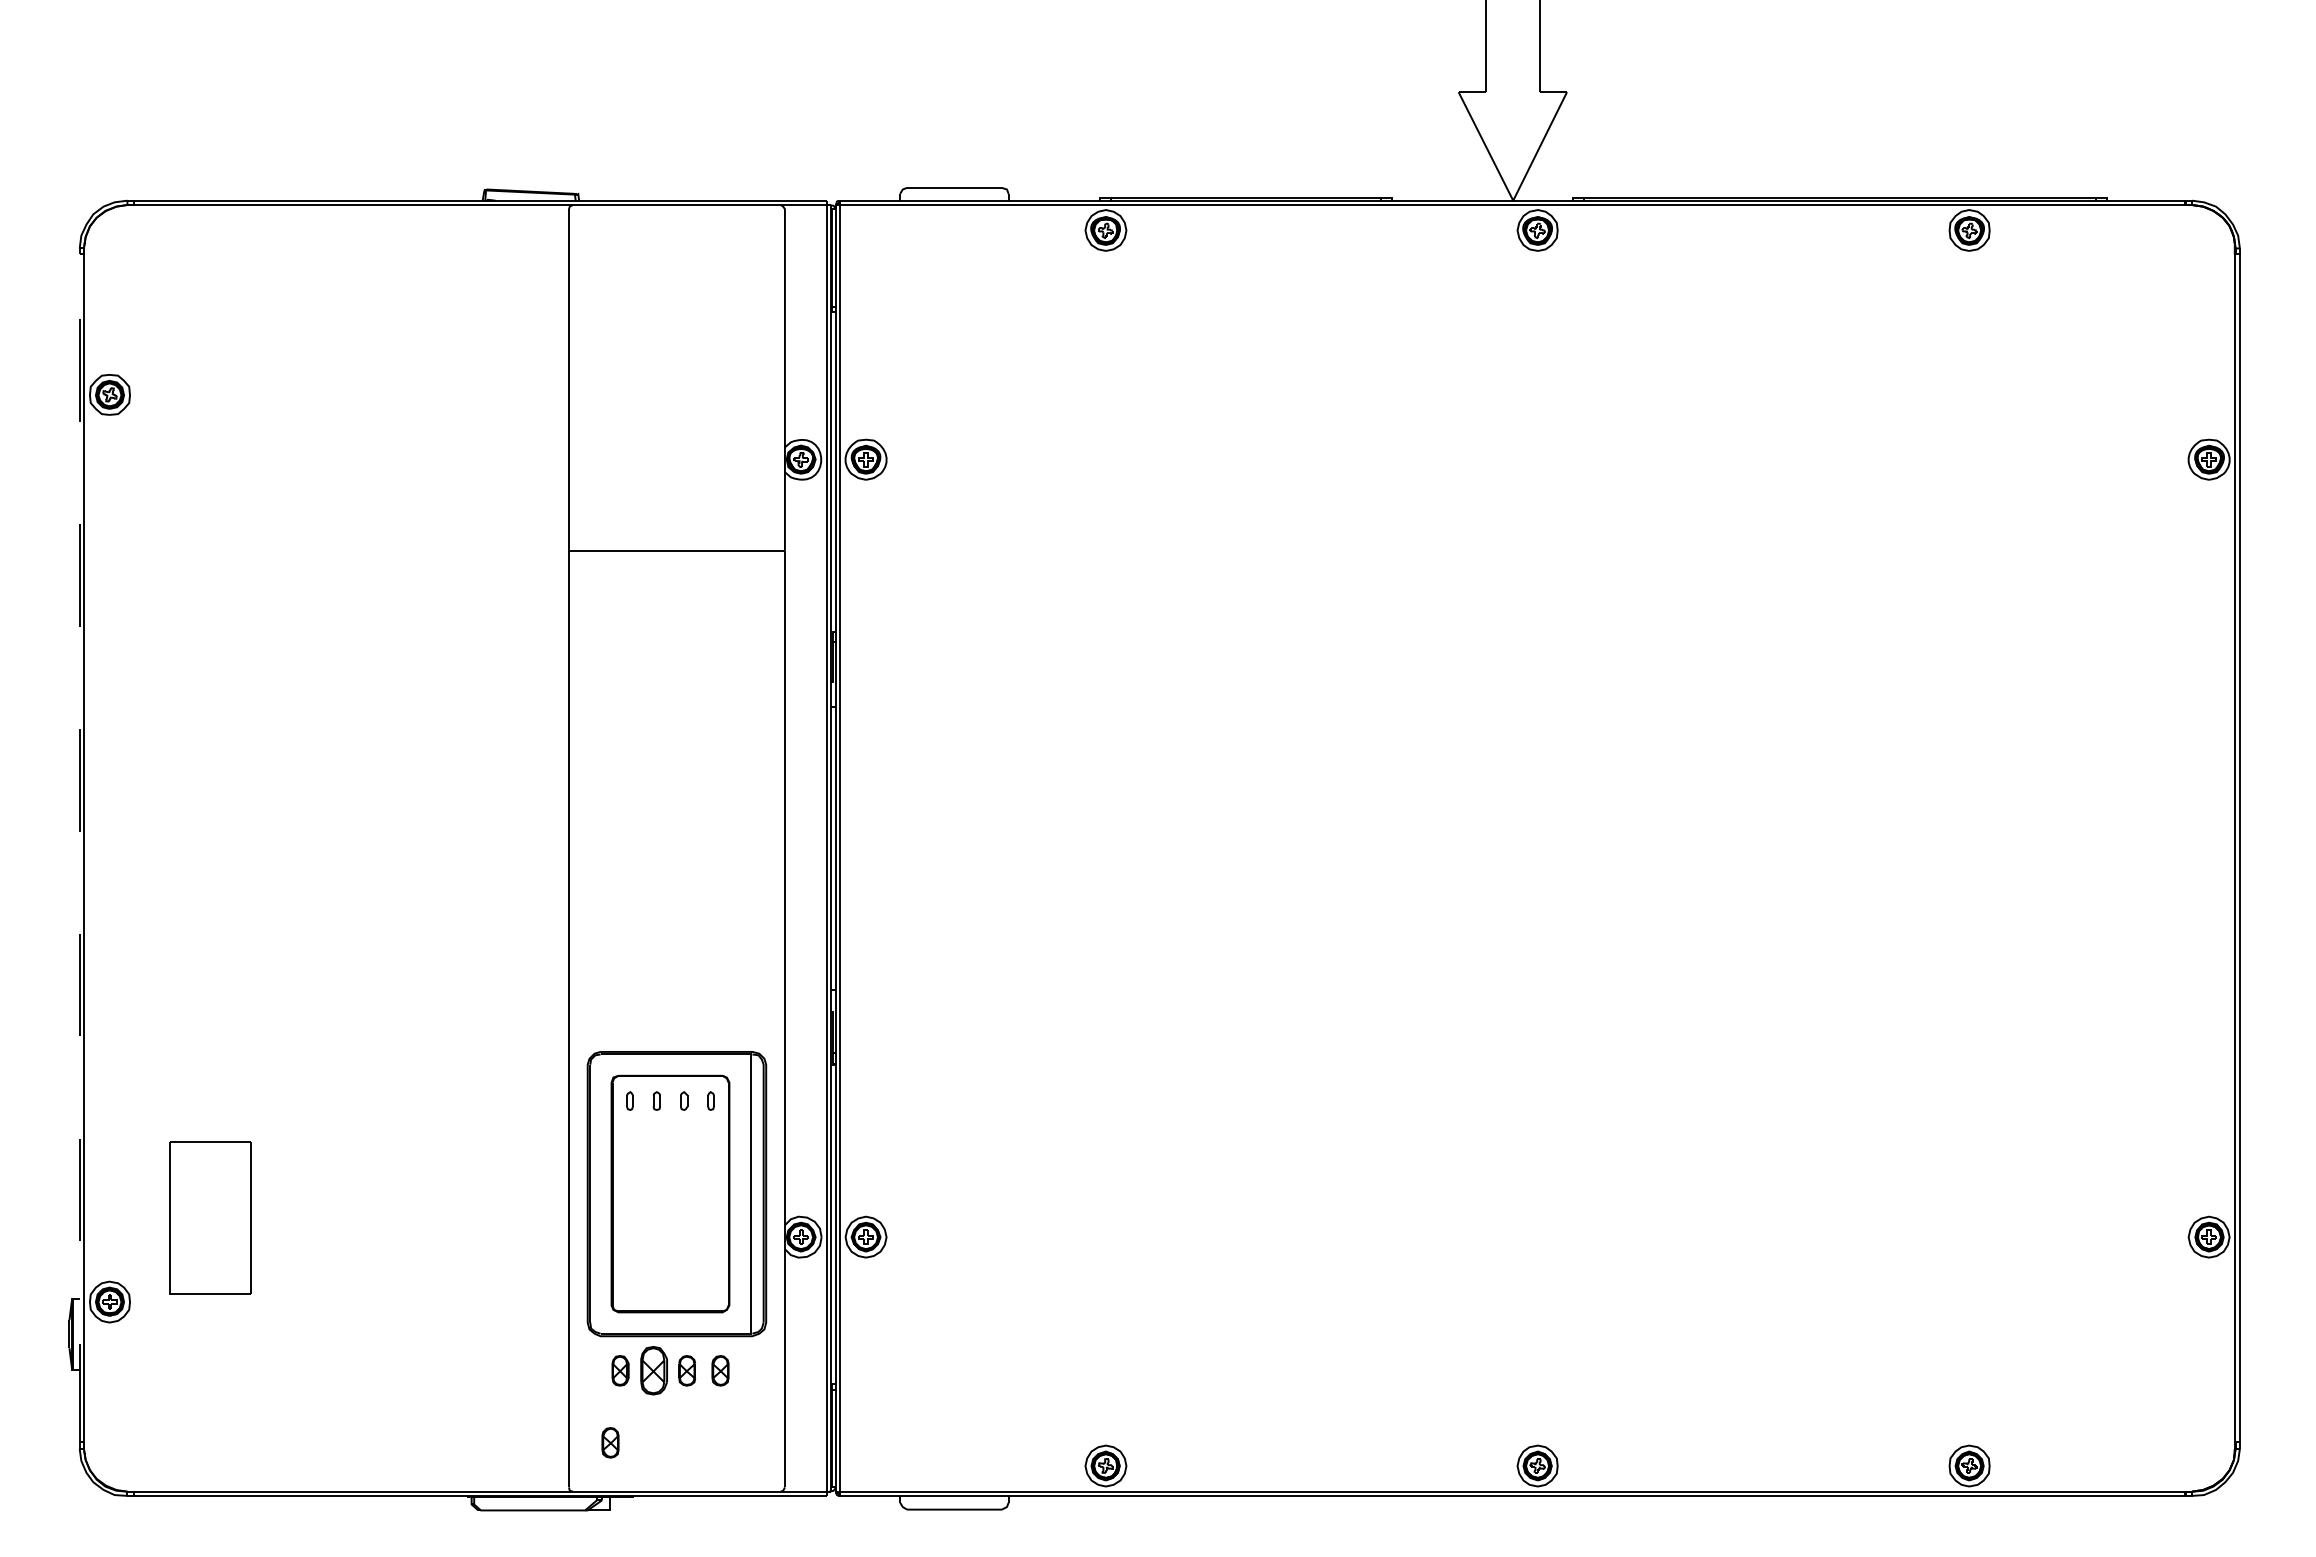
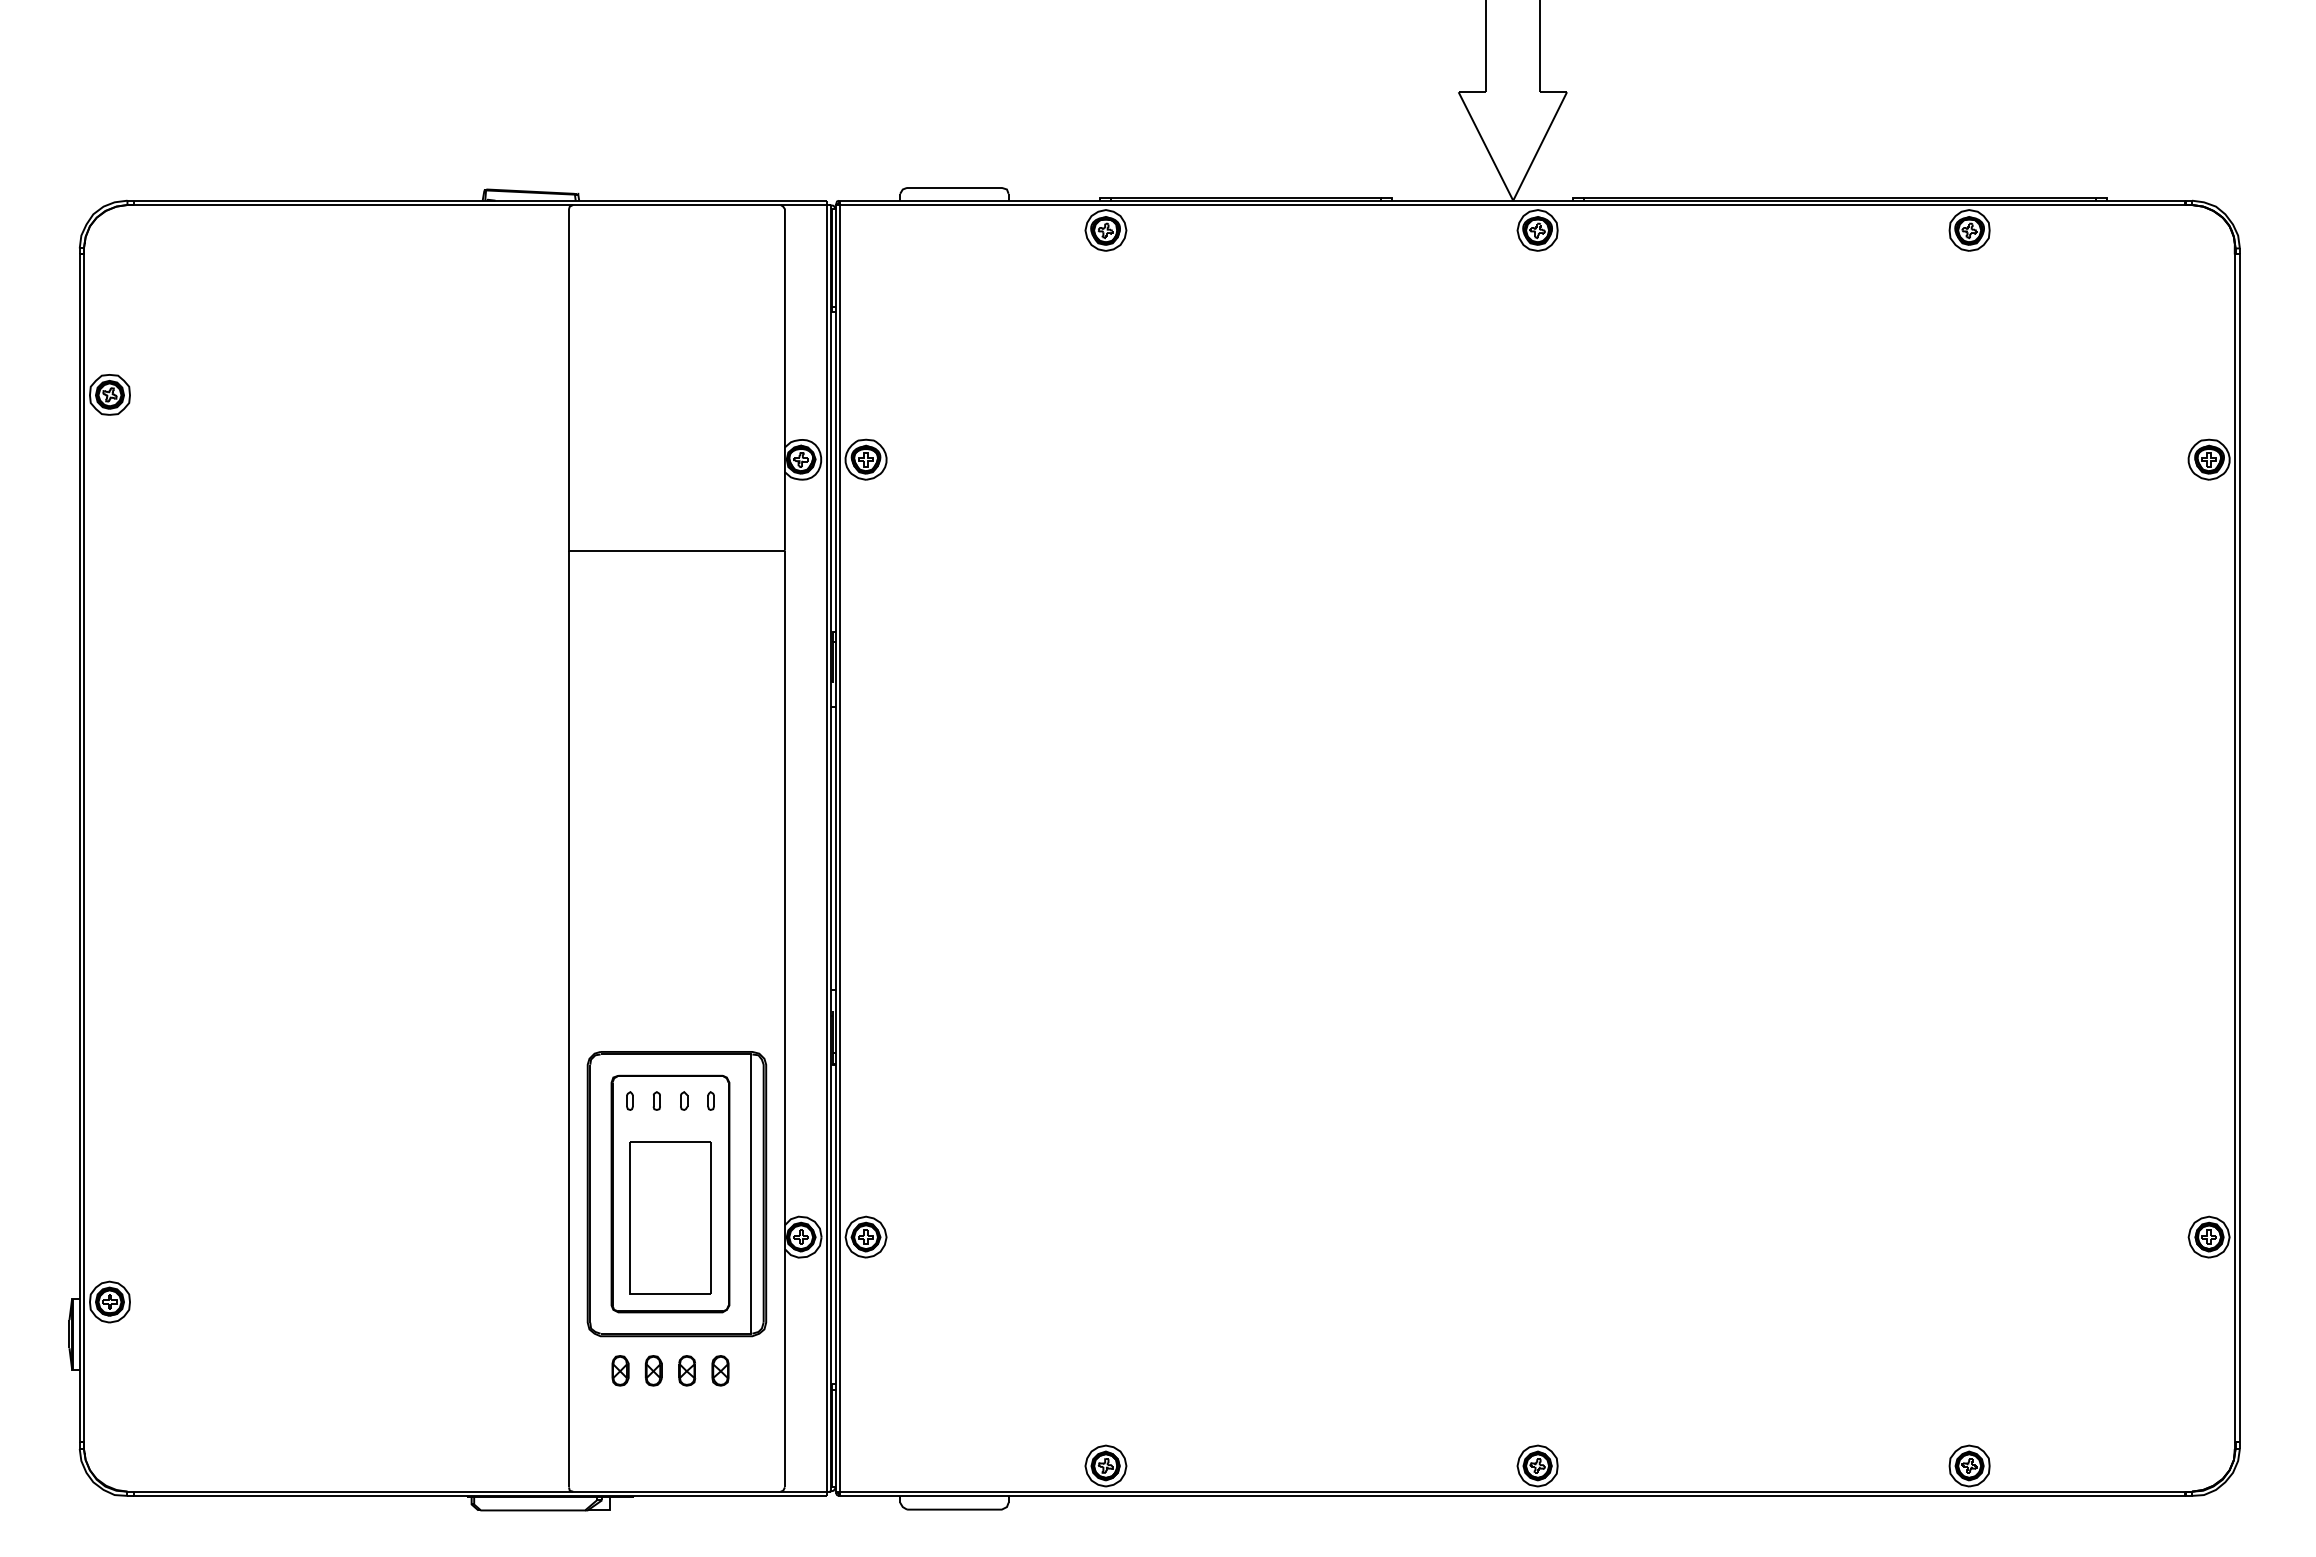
line at (79, 848): dashed -> solid
part at (210, 1217) position: (210, 1217) -> (670, 1217)
part at (653, 1370) size: 28x50 px -> 19x32 px
part at (610, 1442): present -> none
